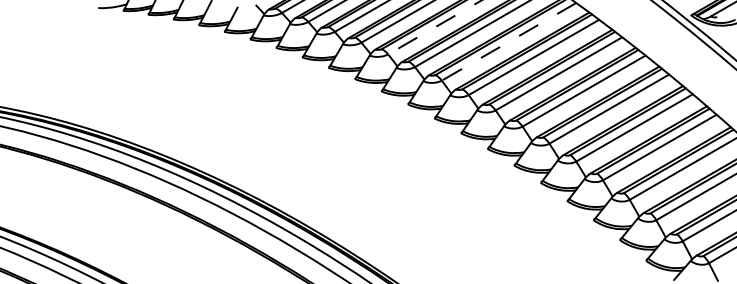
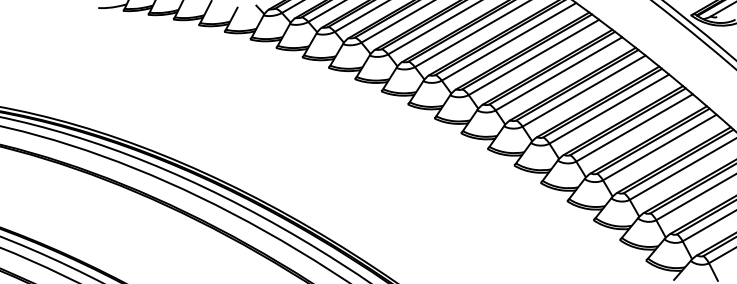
line at (434, 27): dashed -> solid
line at (509, 41): dashed -> solid
